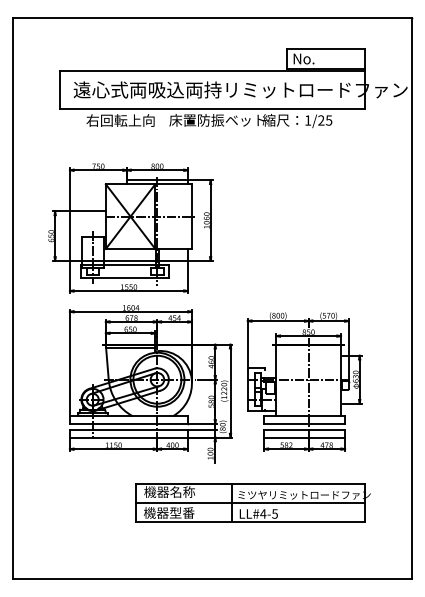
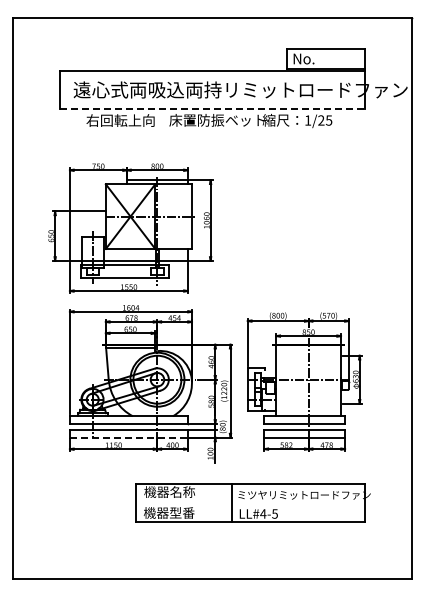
line at (212, 109): solid -> dashed
line at (128, 437): solid -> dashed
line at (250, 502): present -> none
